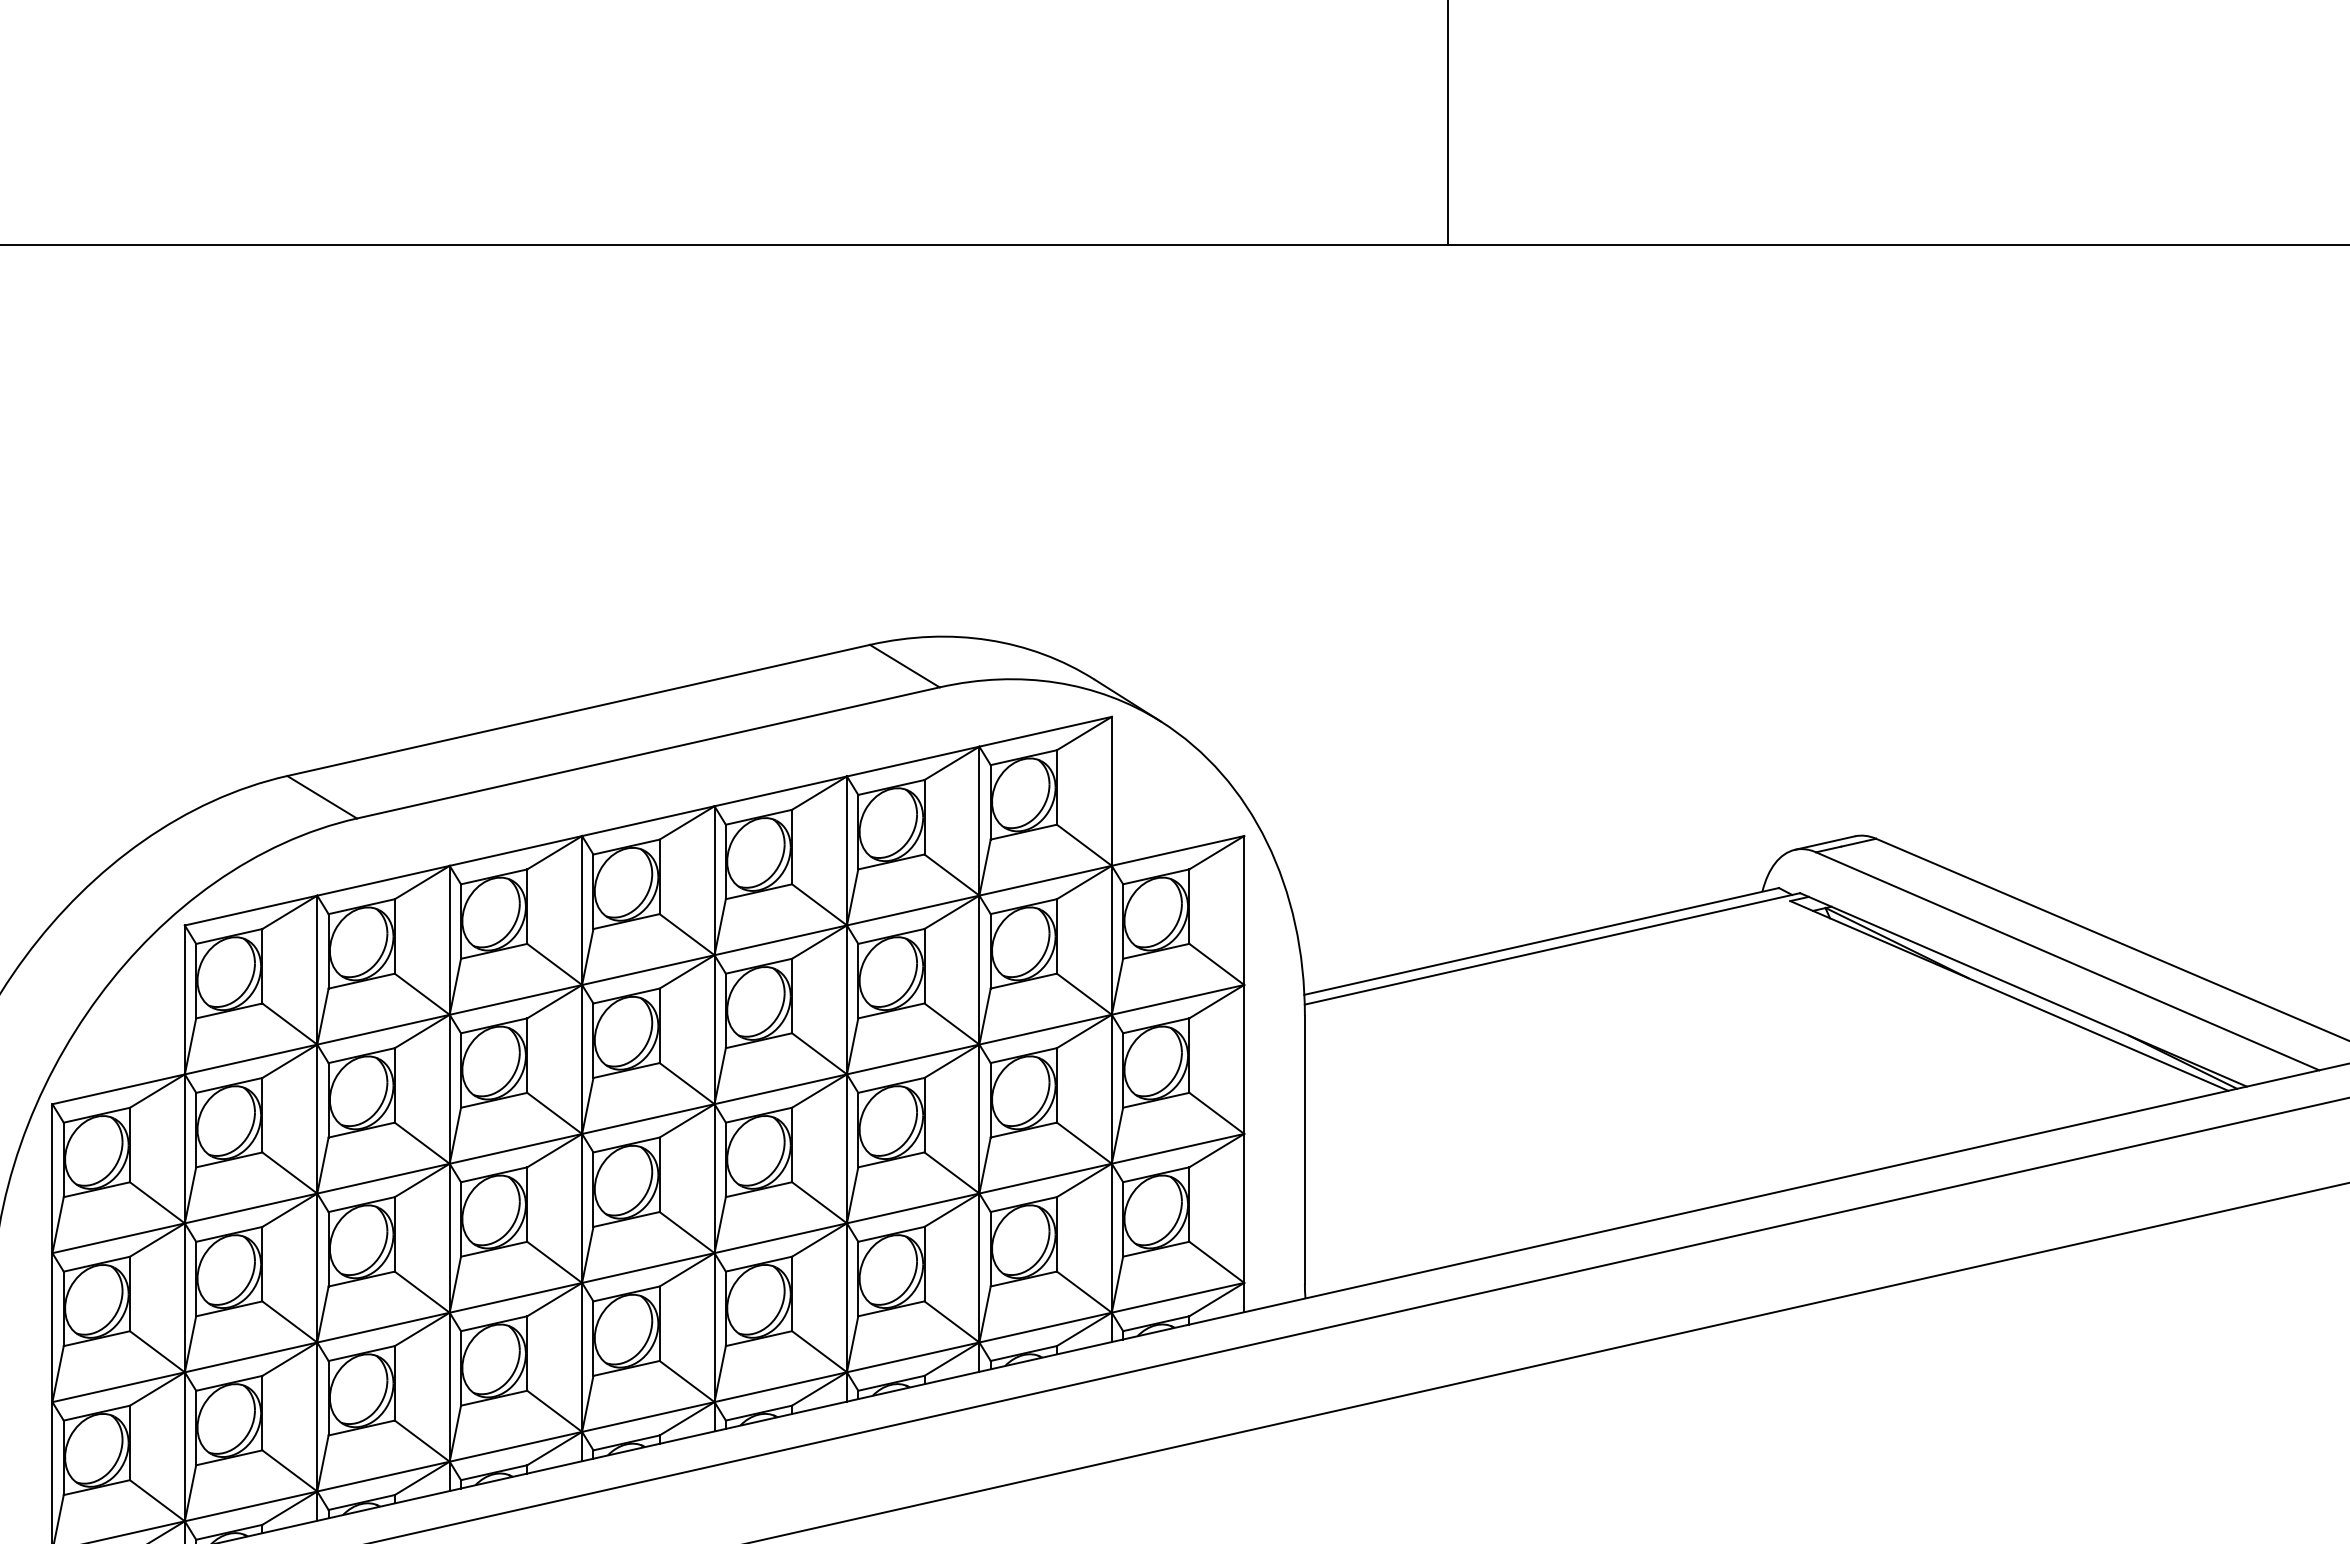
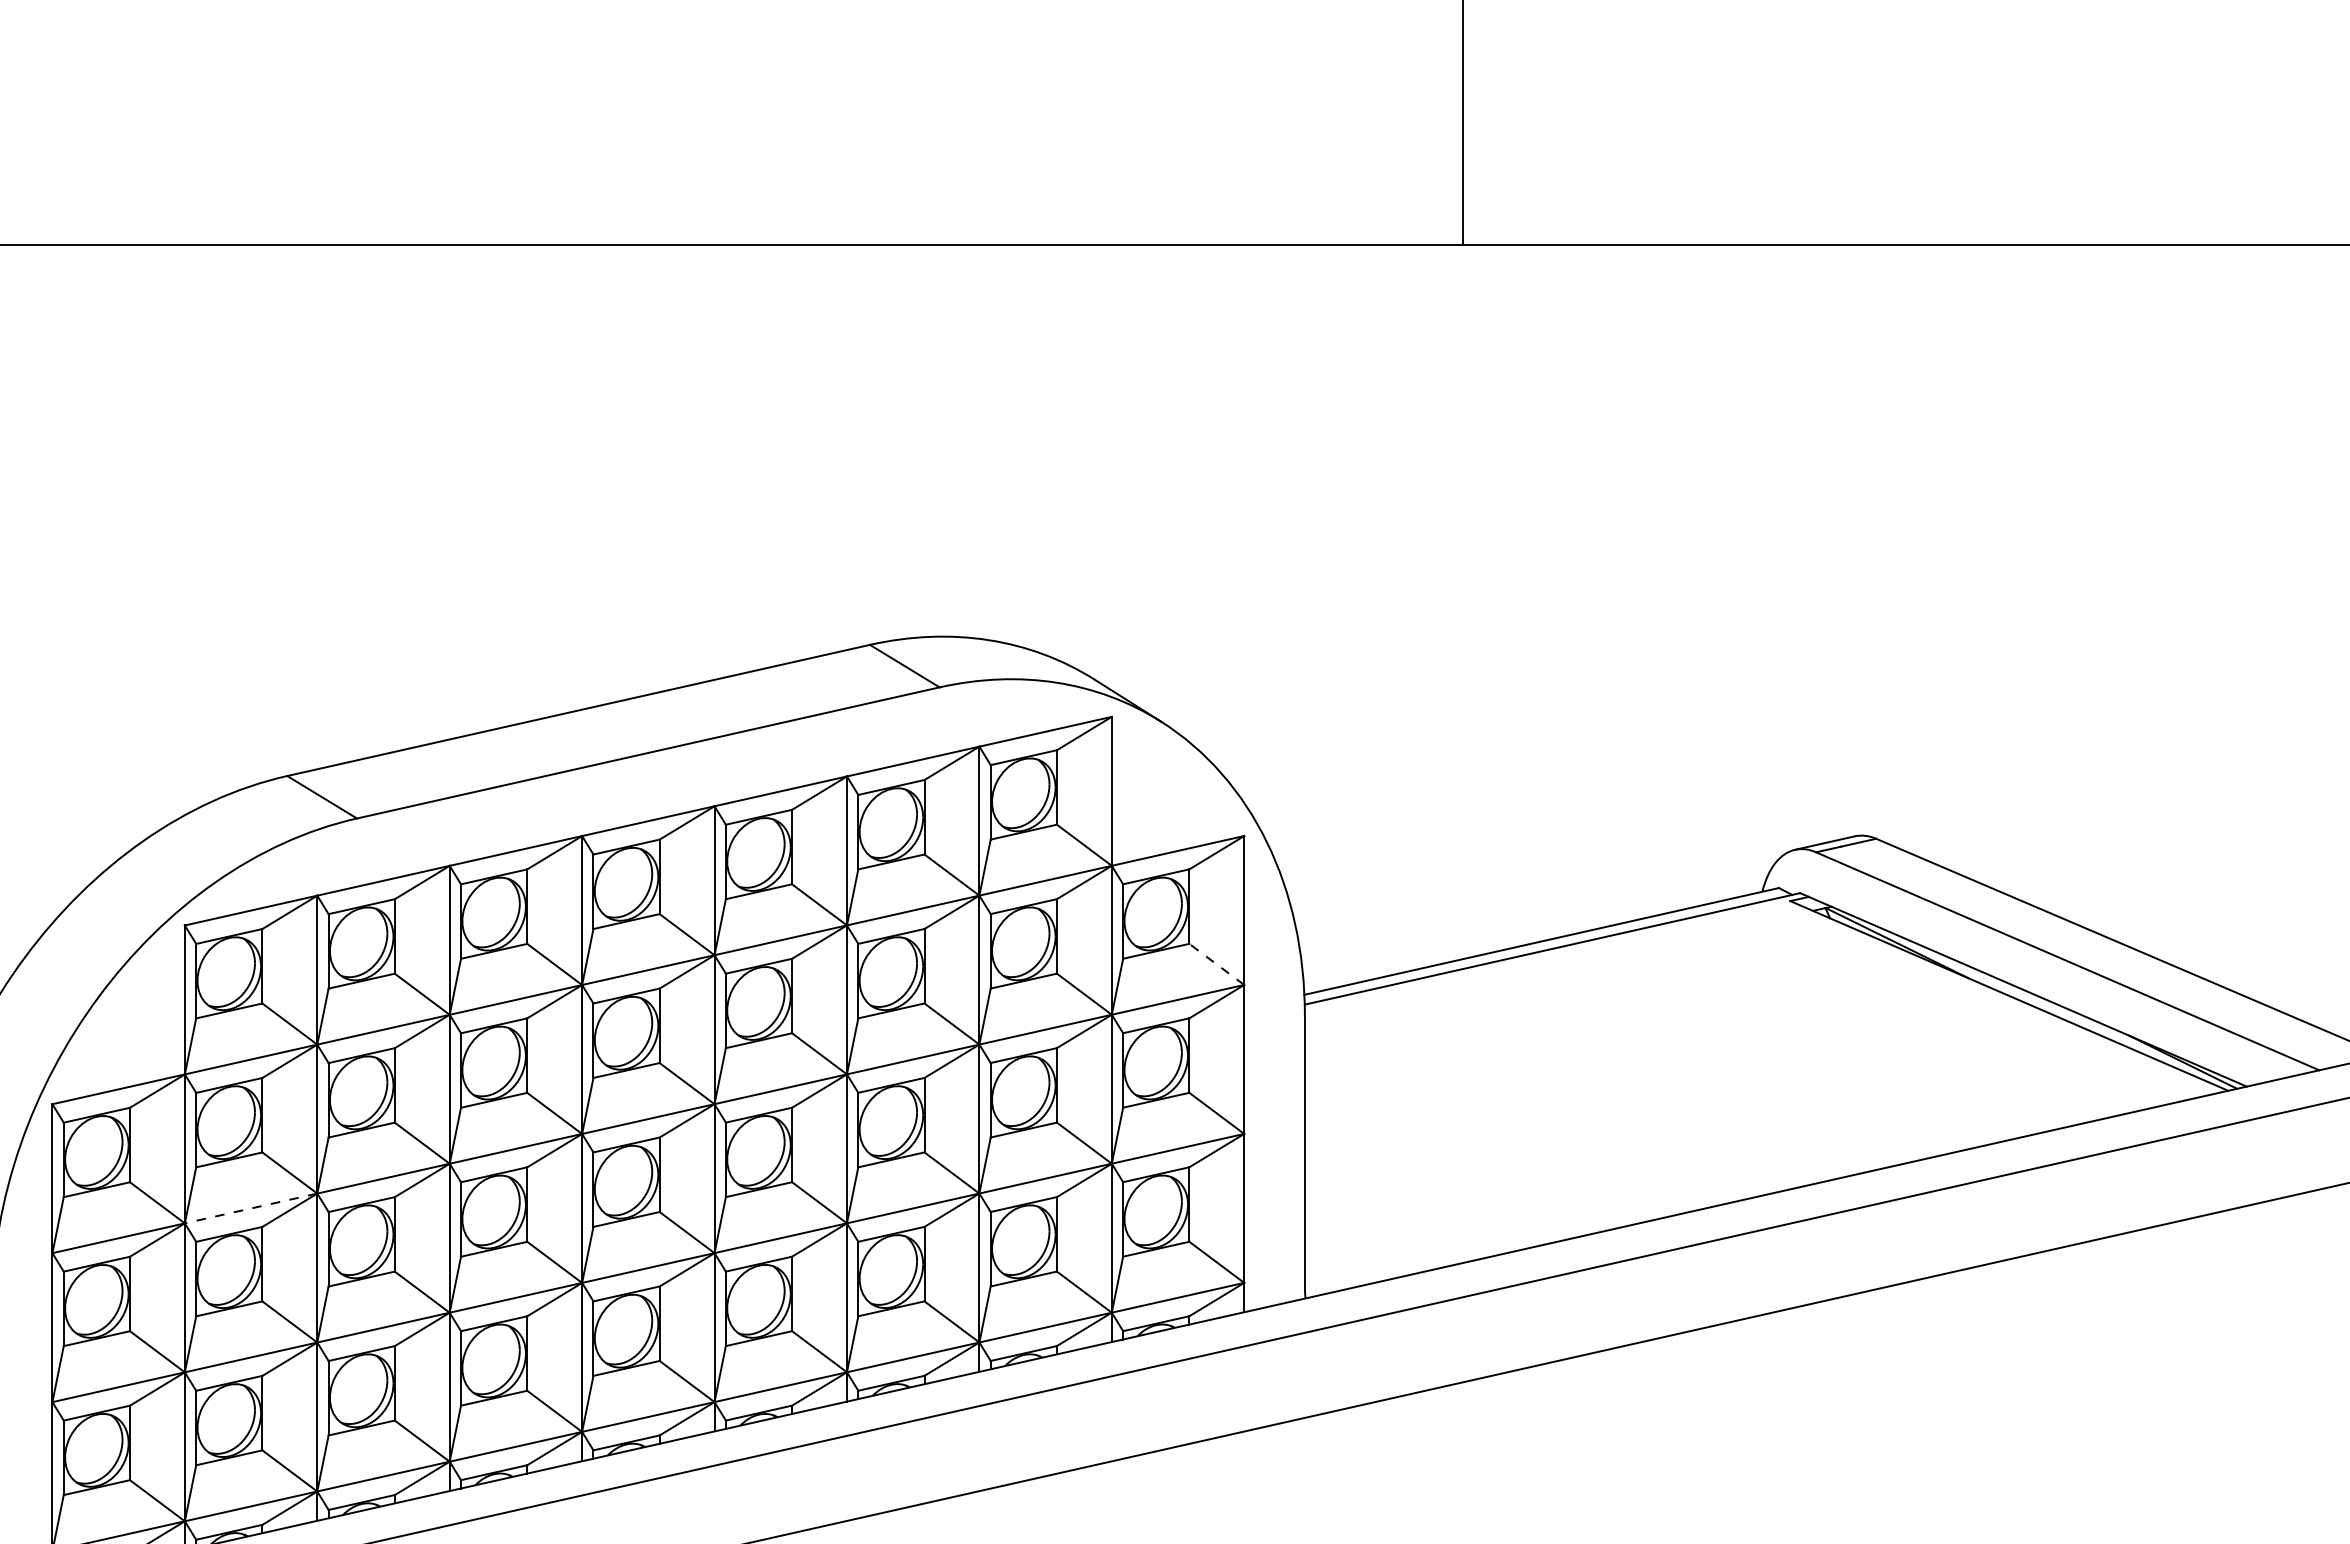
line at (1448, 123) position: (1448, 123) -> (1463, 123)
line at (1216, 964): solid -> dashed
line at (251, 1208): solid -> dashed
